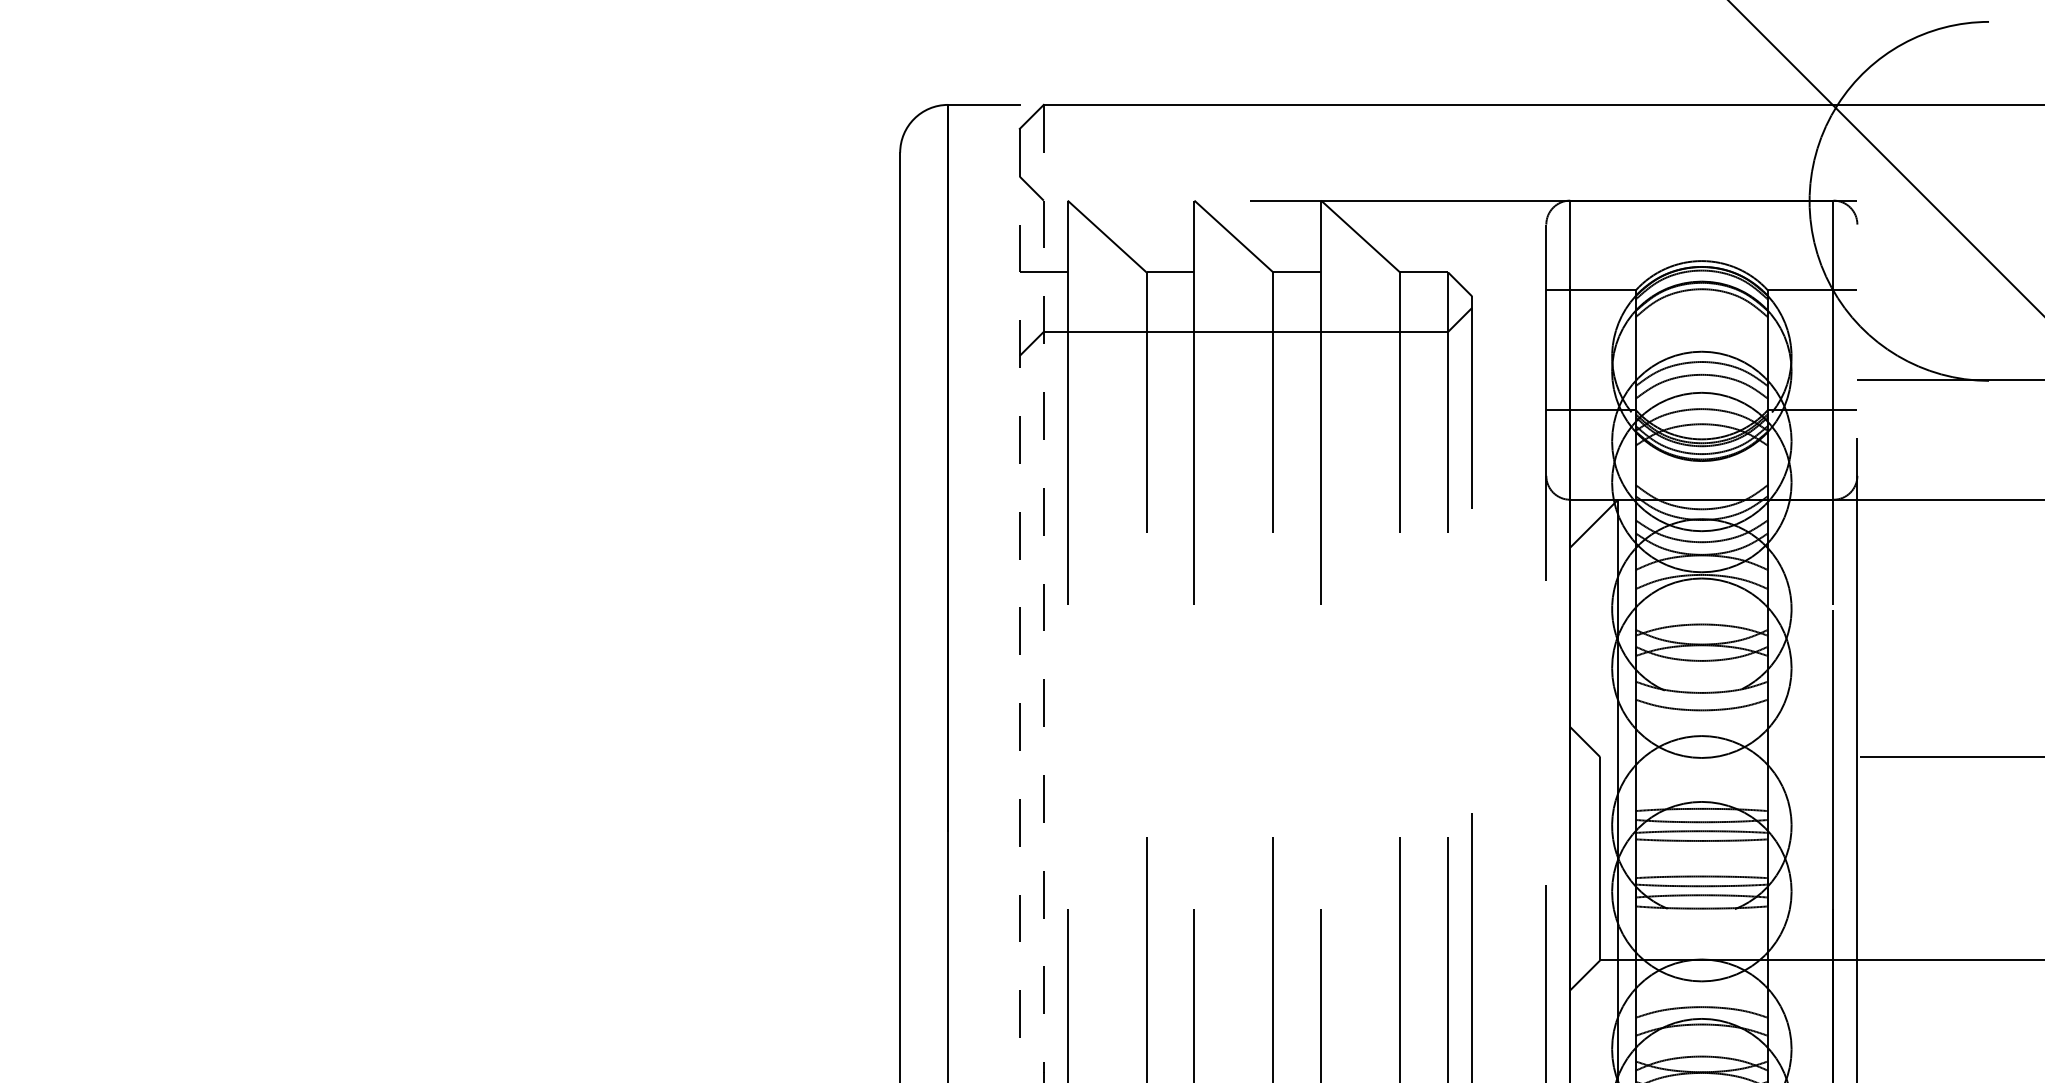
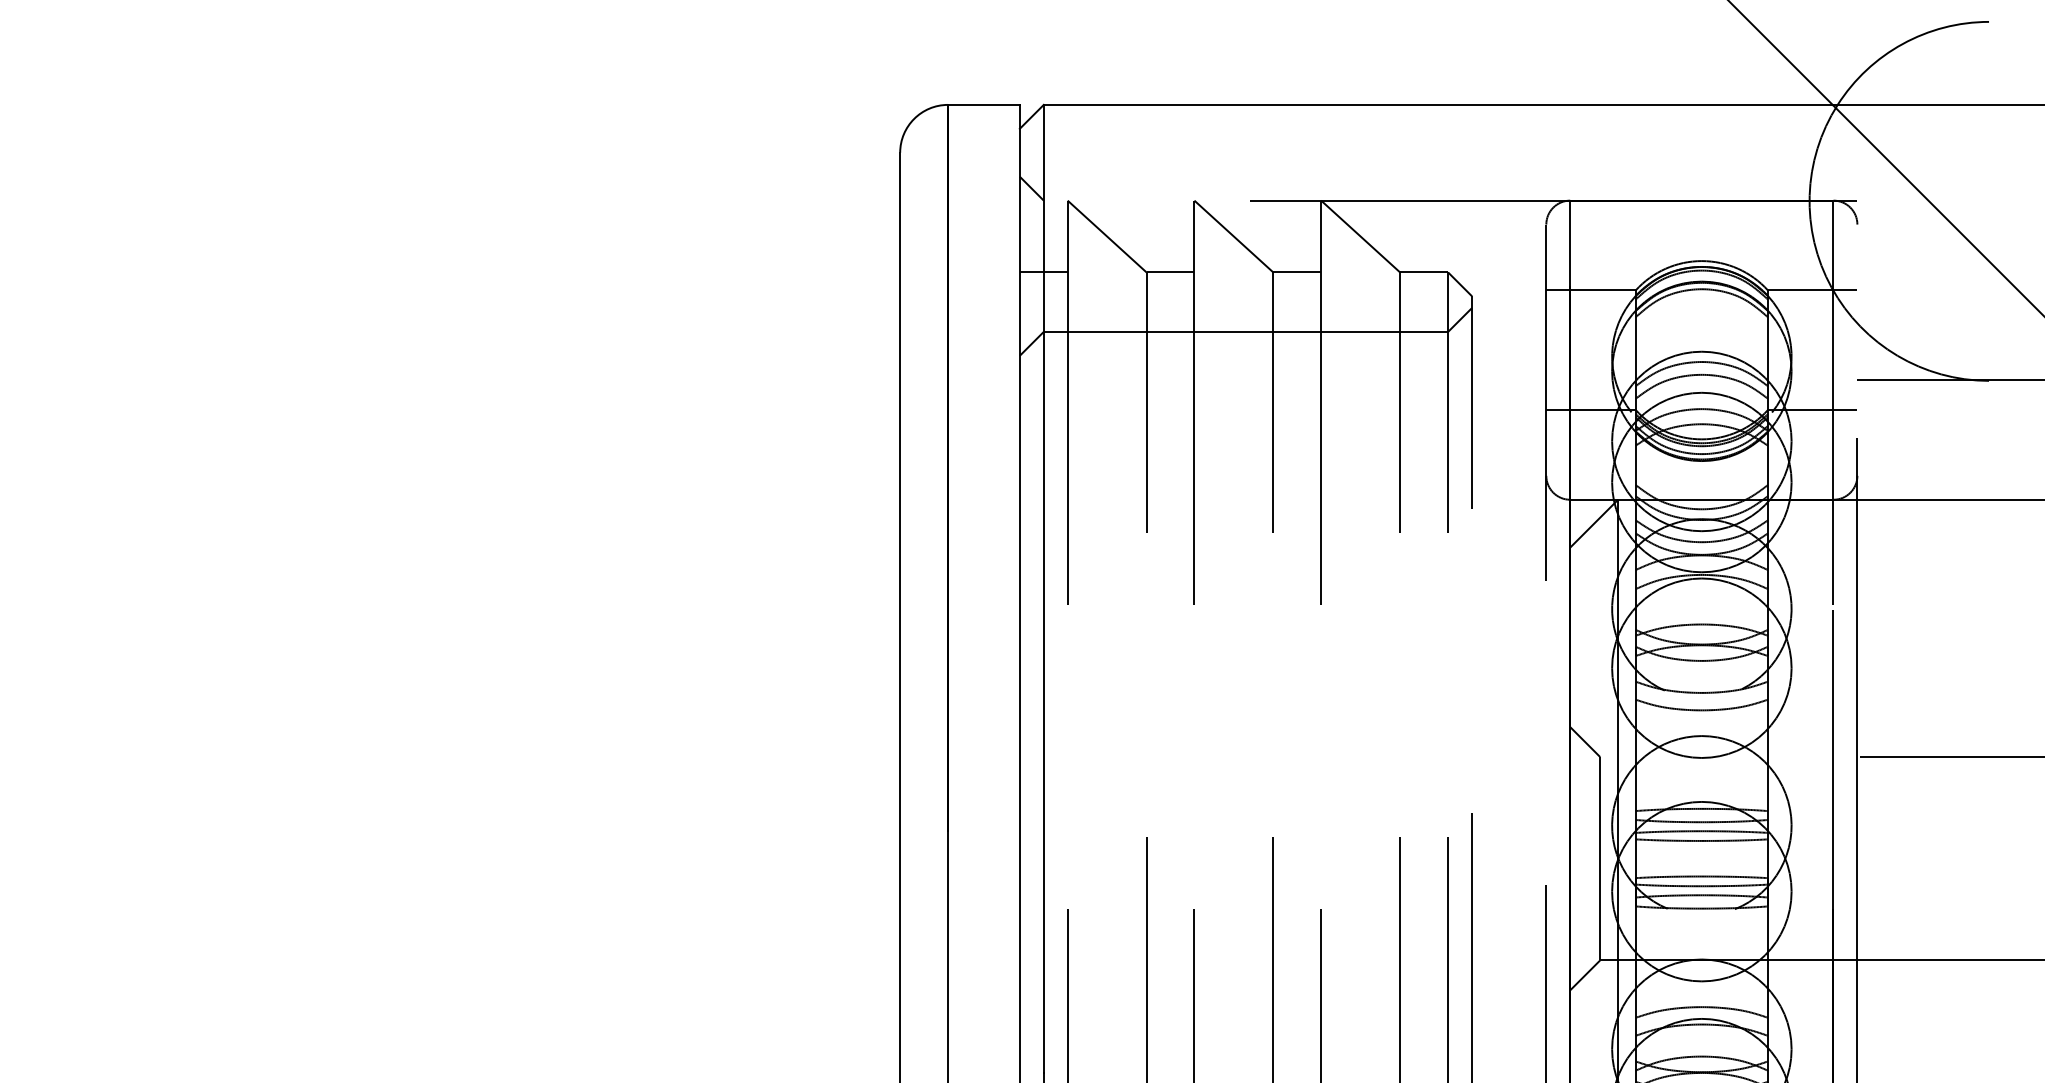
line at (1043, 589): dashed -> solid
line at (1019, 593): dashed -> solid
